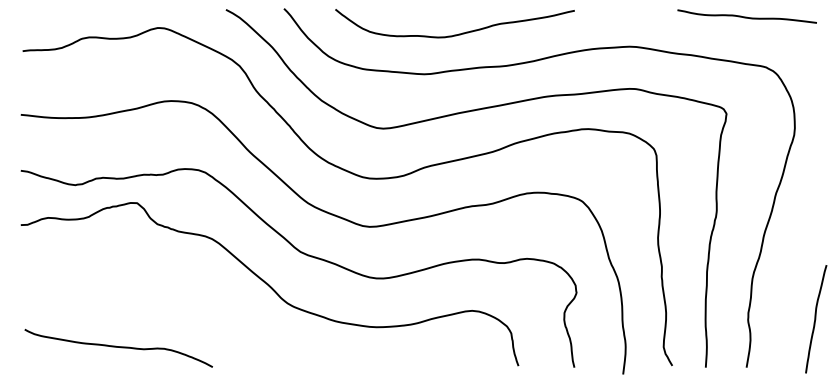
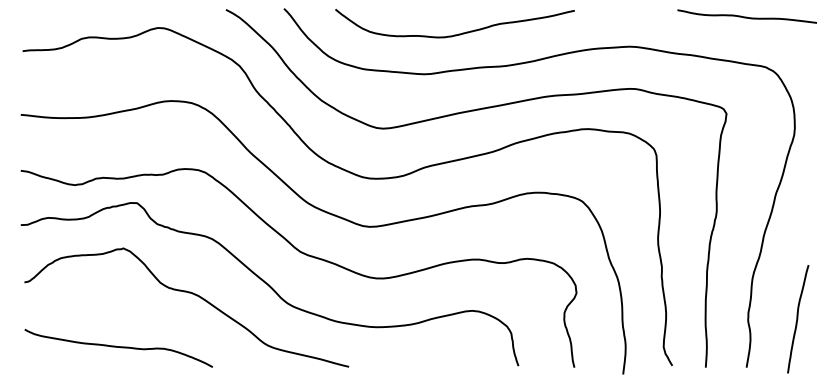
curve at (188, 293): none -> present
curve at (816, 319) position: (816, 319) -> (798, 319)
